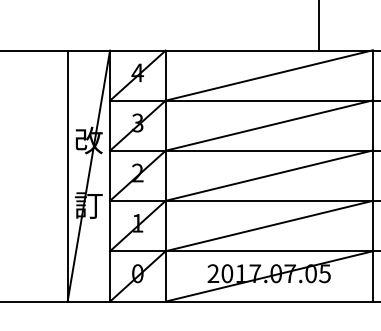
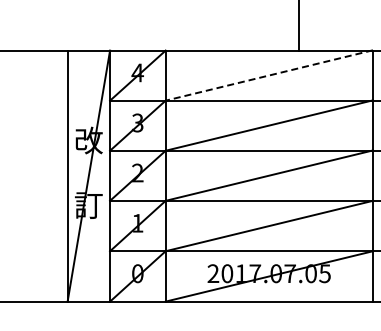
line at (318, 26) position: (318, 26) -> (298, 26)
line at (269, 75): solid -> dashed
